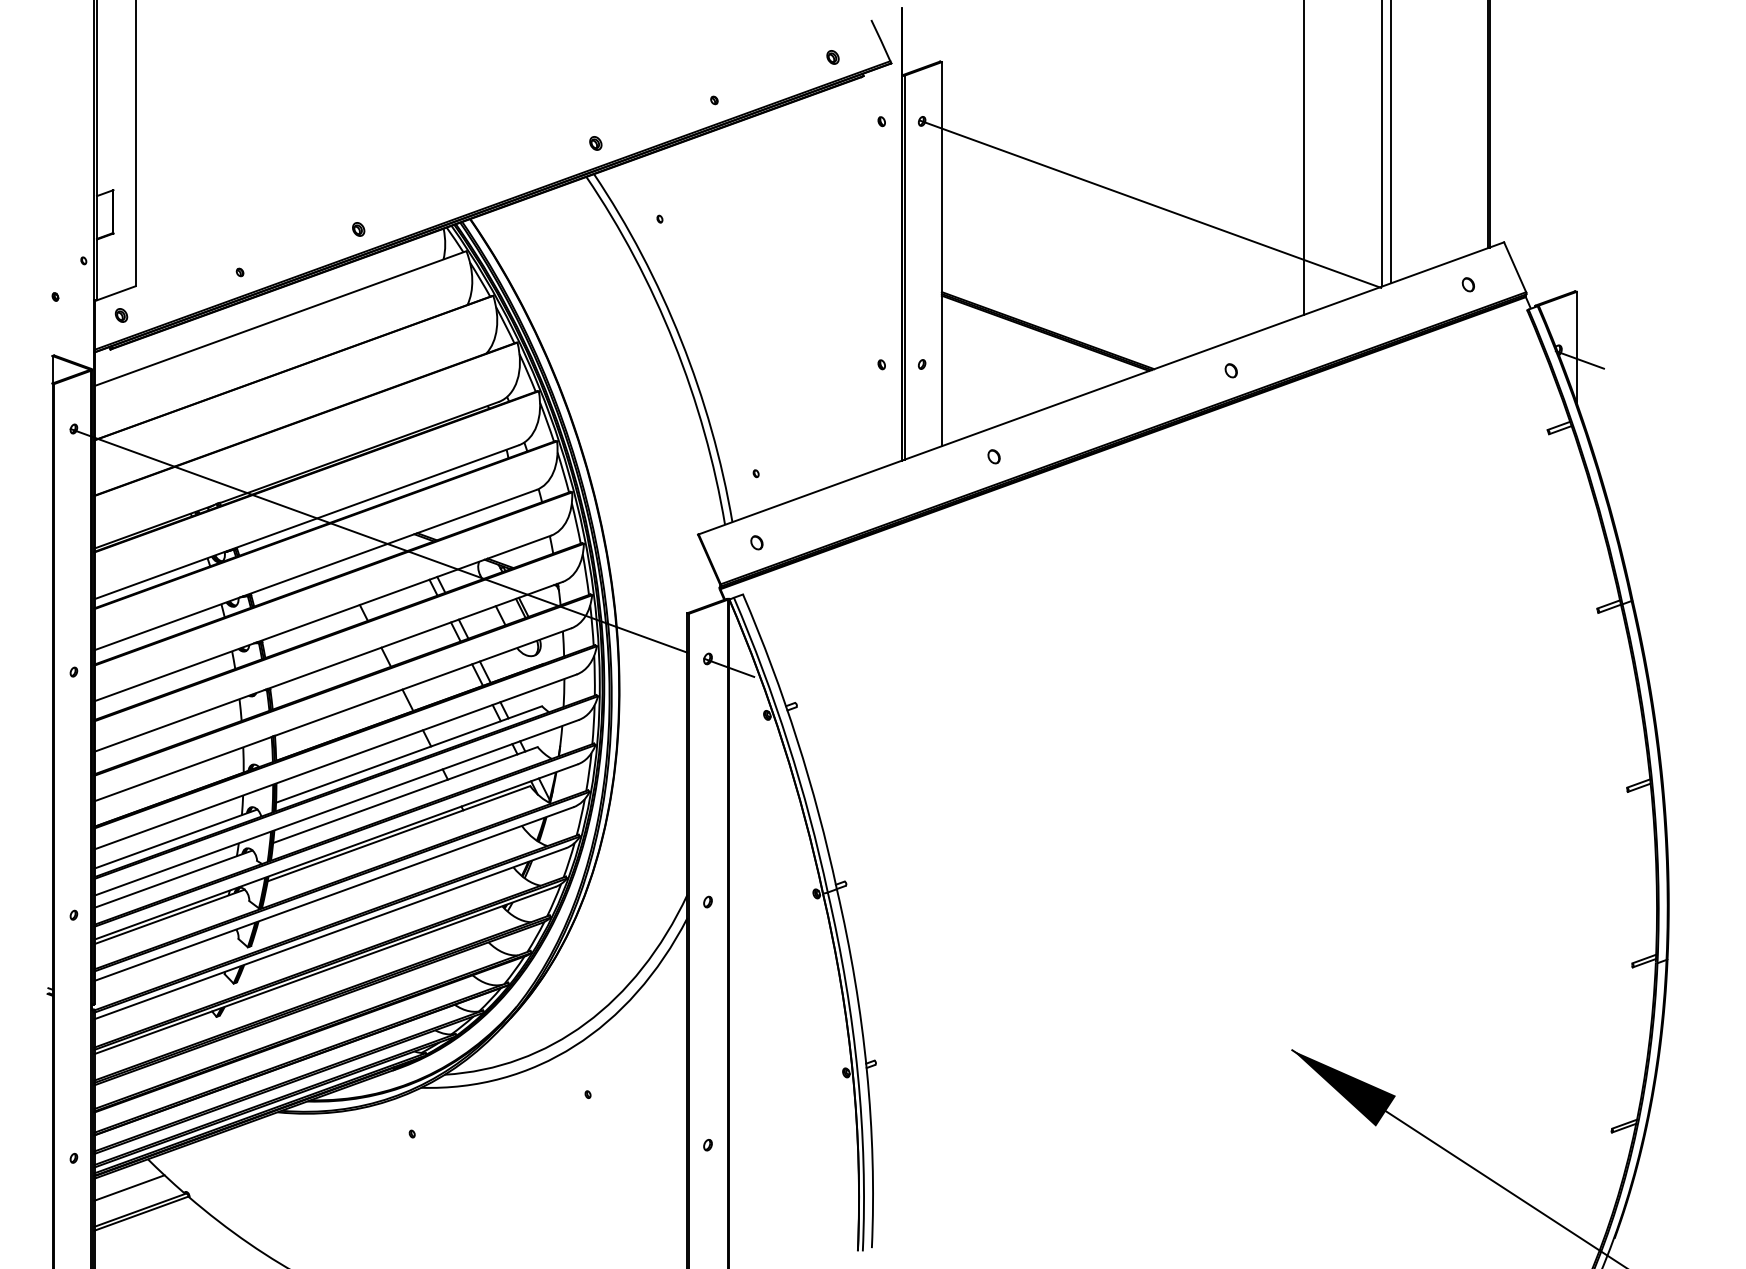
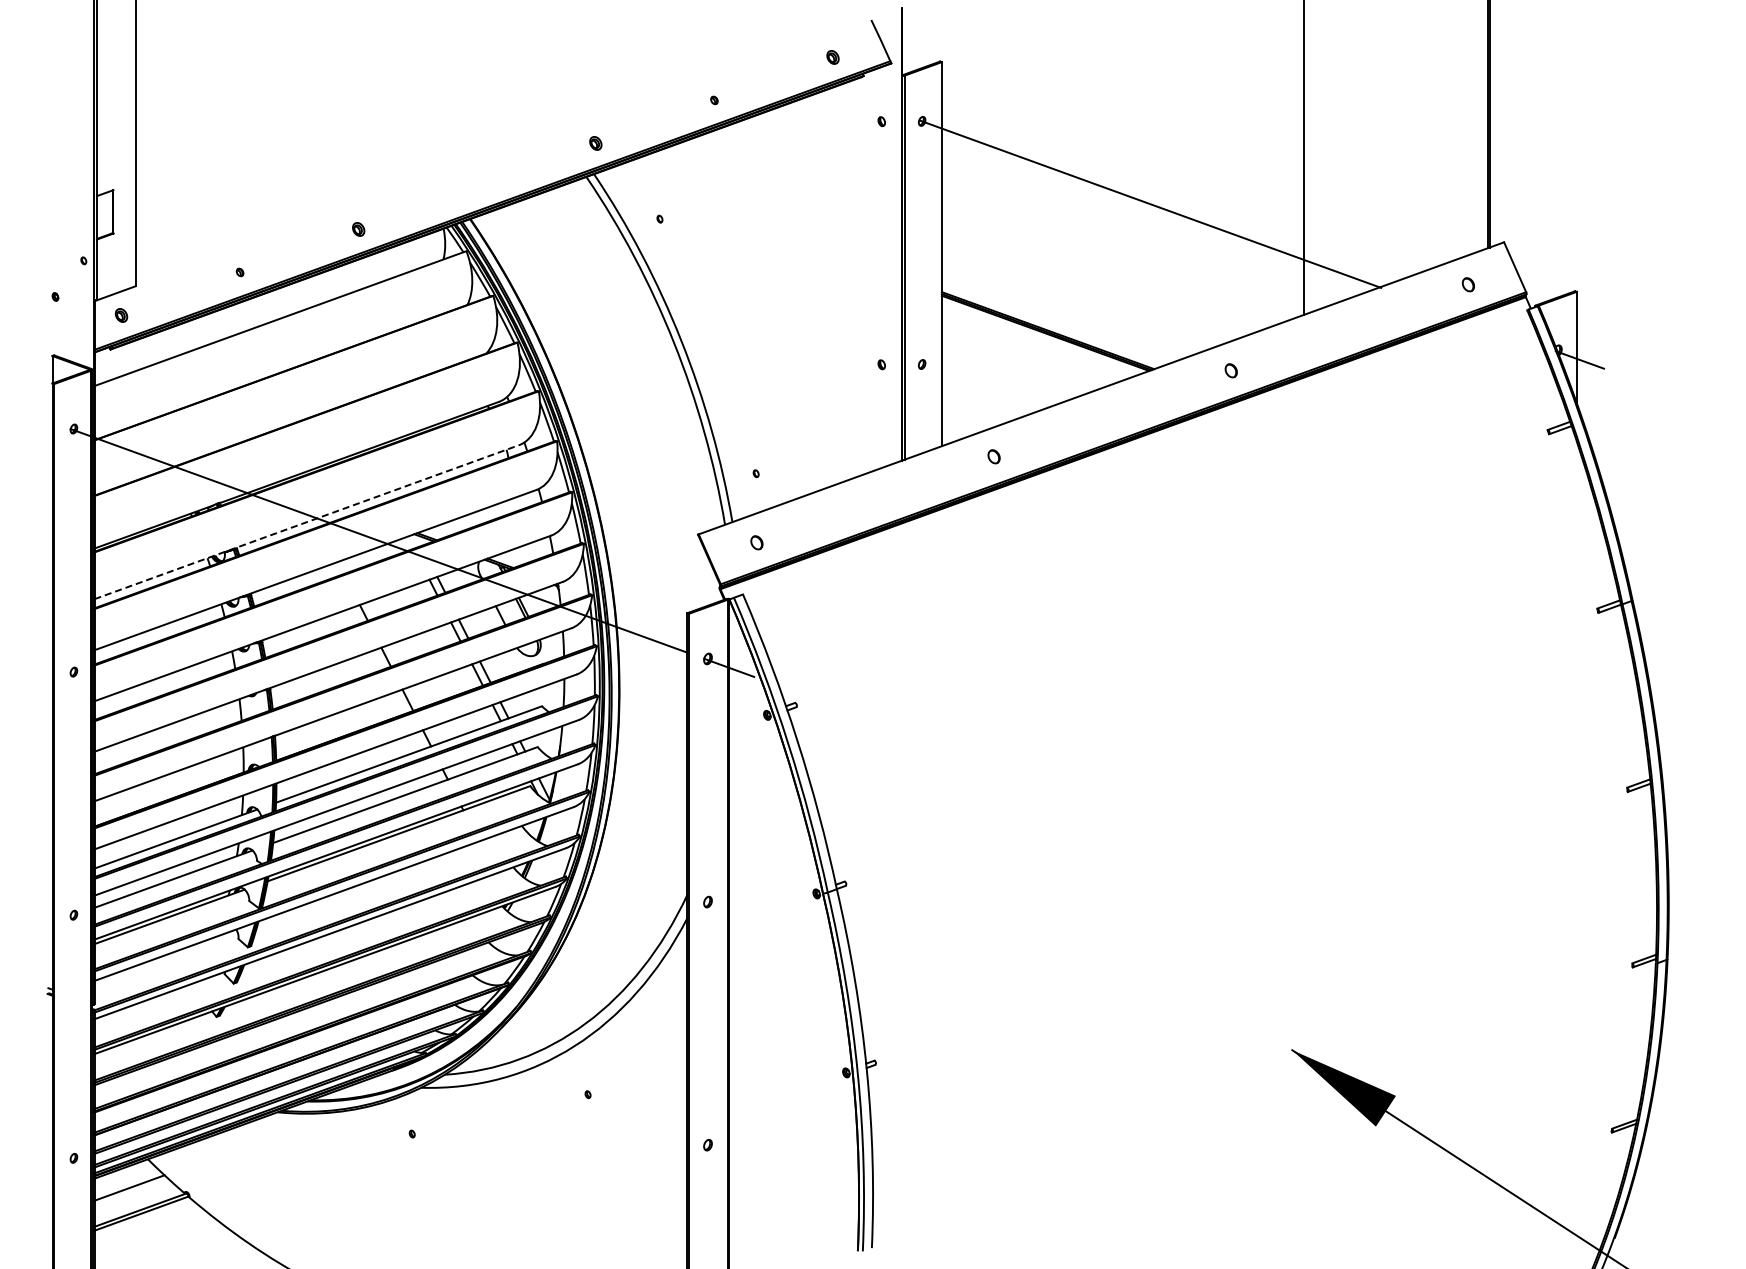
line at (1390, 142): present -> none
line at (1382, 144): present -> none
line at (306, 522): solid -> dashed
